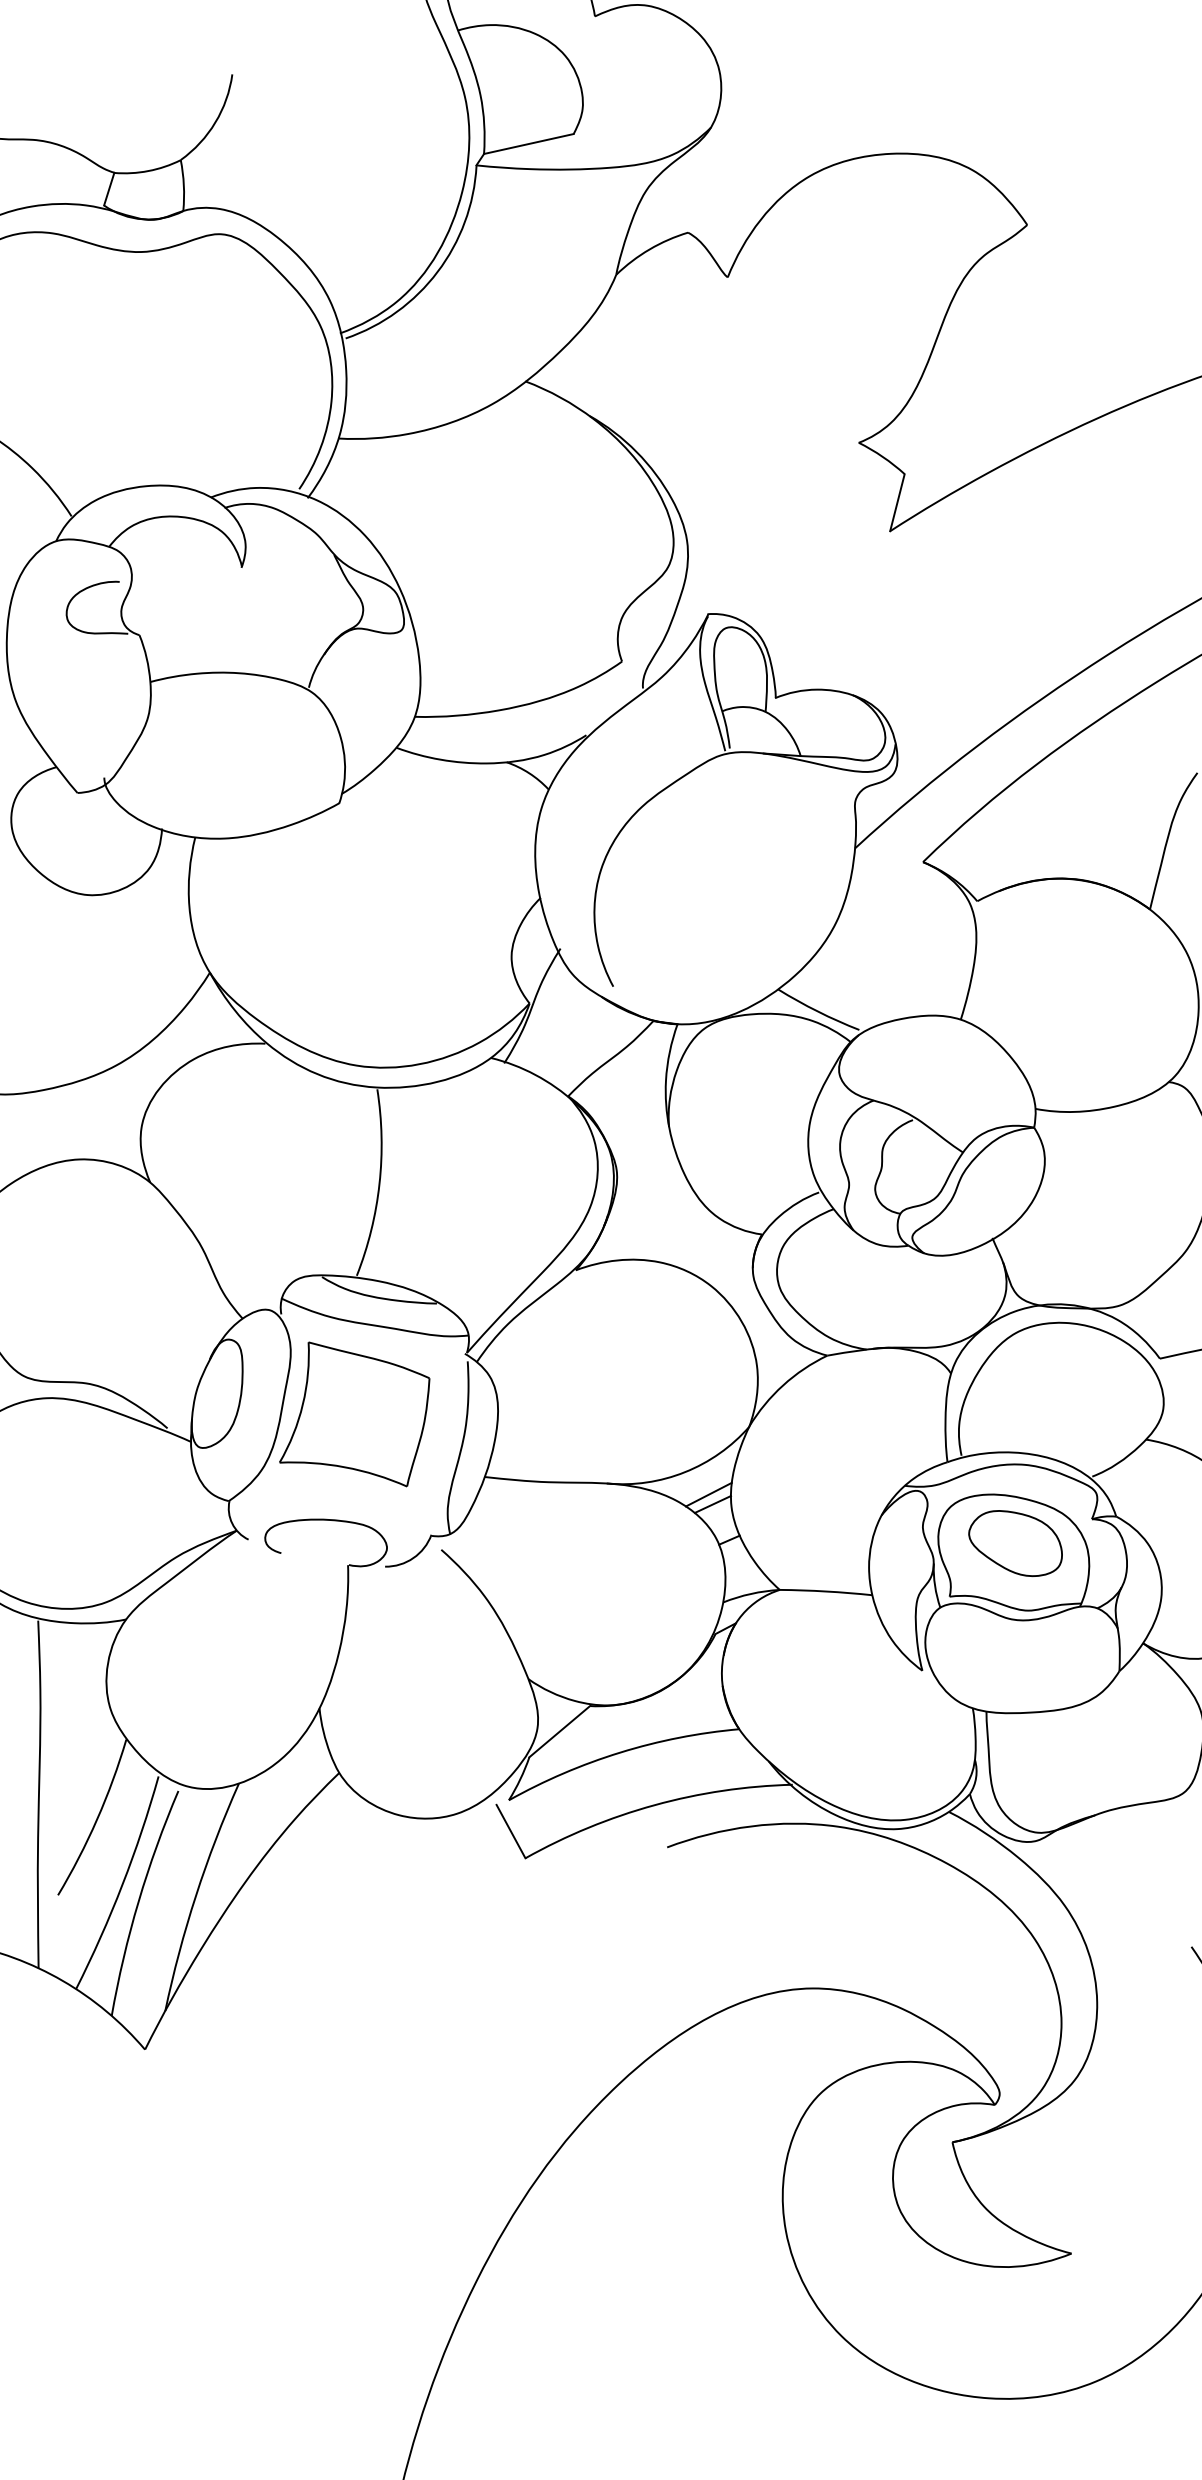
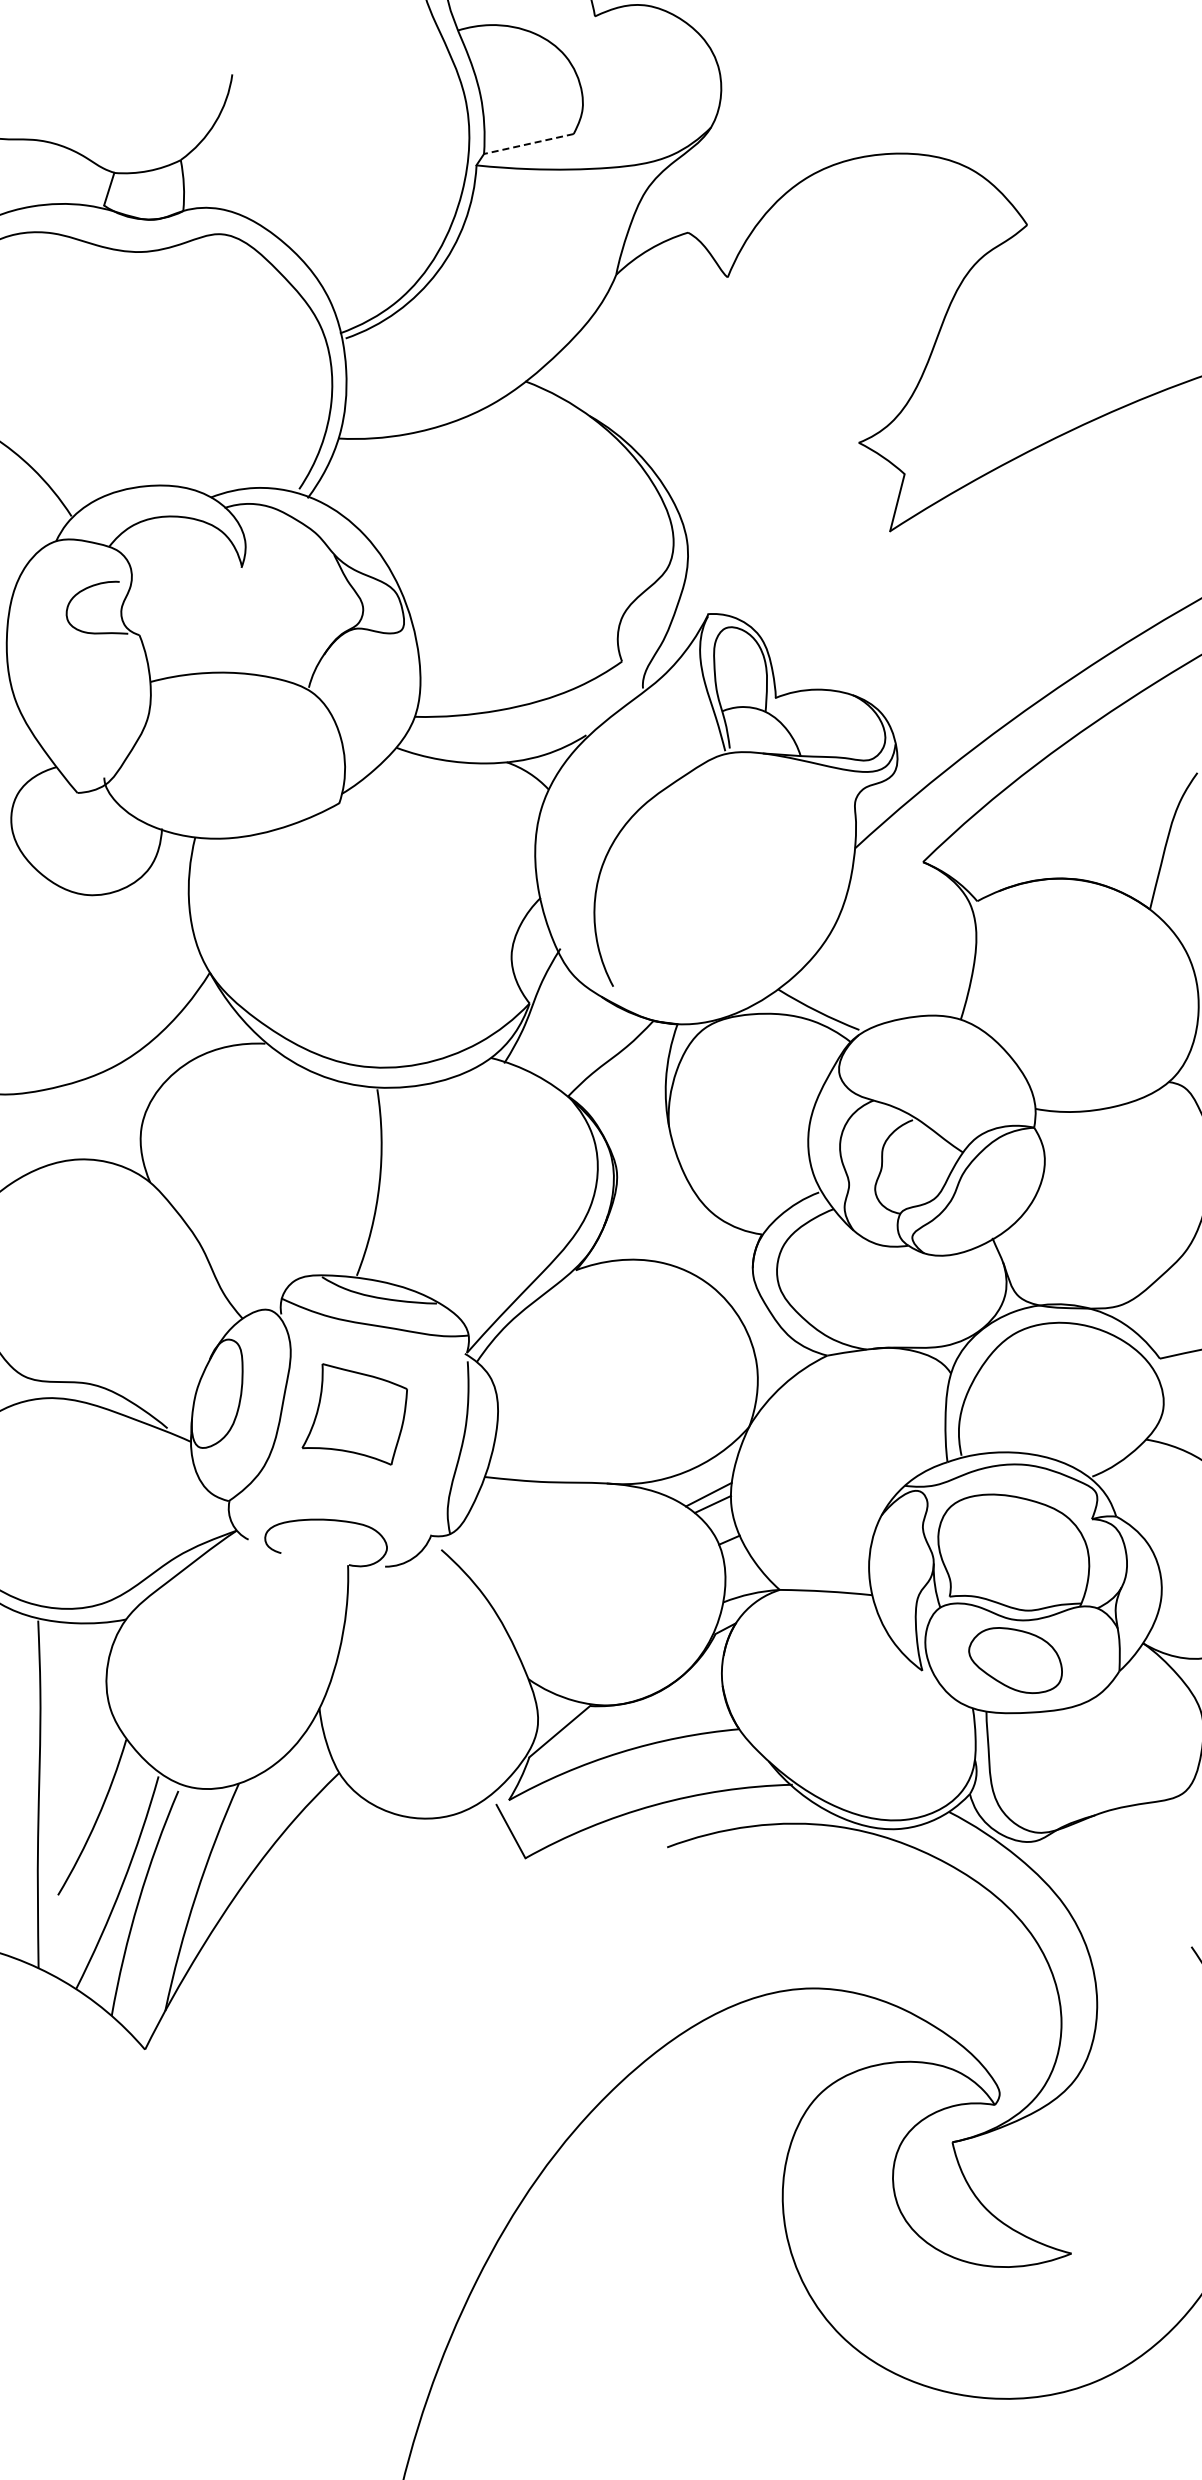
line at (528, 144): solid -> dashed
part at (354, 1414) size: 152x147 px -> 107x103 px
part at (1015, 1543) position: (1015, 1543) -> (1015, 1660)
